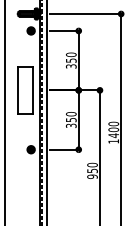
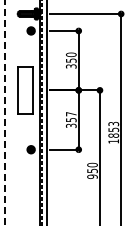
line at (4, 113): solid -> dashed
text at (70, 114): 350 -> 357
text at (113, 129): 1400 -> 1853
